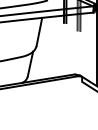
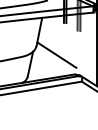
line at (56, 54): none -> present
line at (42, 87): none -> present
